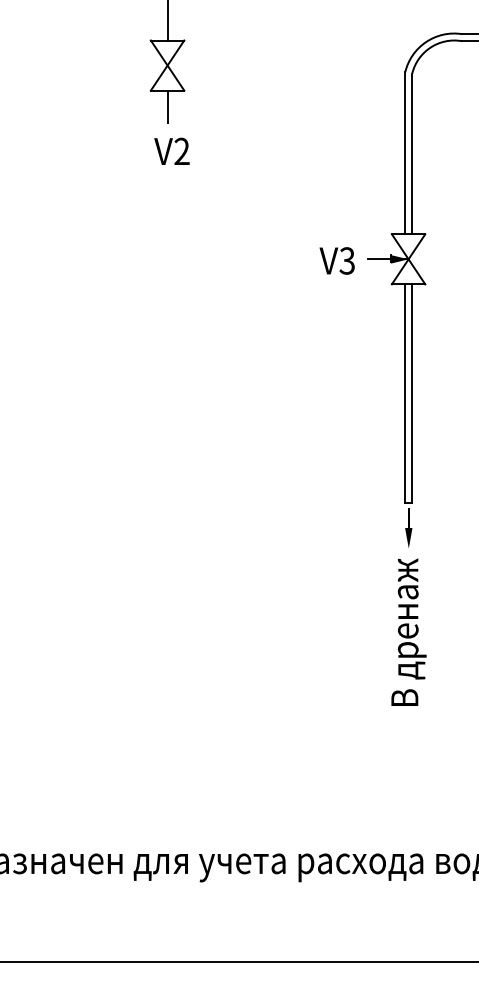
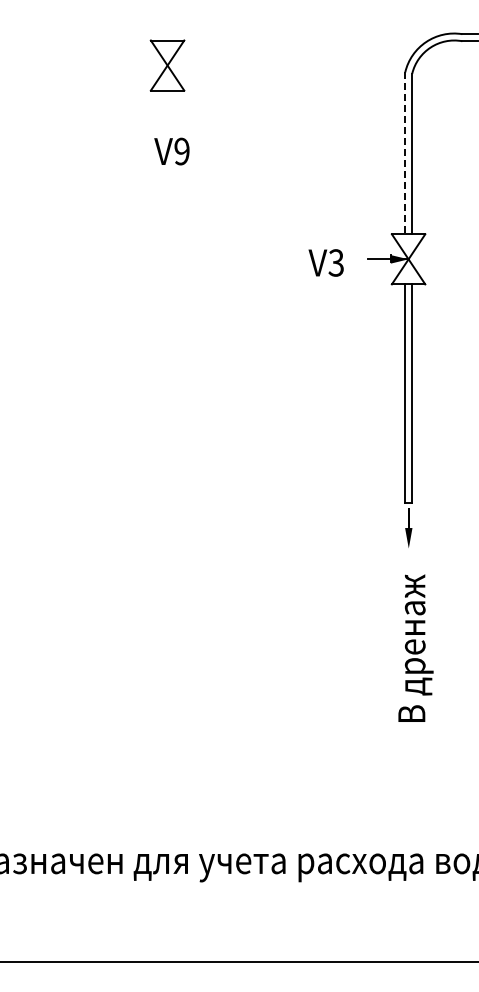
line at (167, 21): present -> none
line at (167, 106): present -> none
text at (181, 151): V2 -> V9
line at (405, 153): solid -> dashed
text at (336, 260) position: (336, 260) -> (325, 262)
text at (408, 631) position: (408, 631) -> (415, 647)
